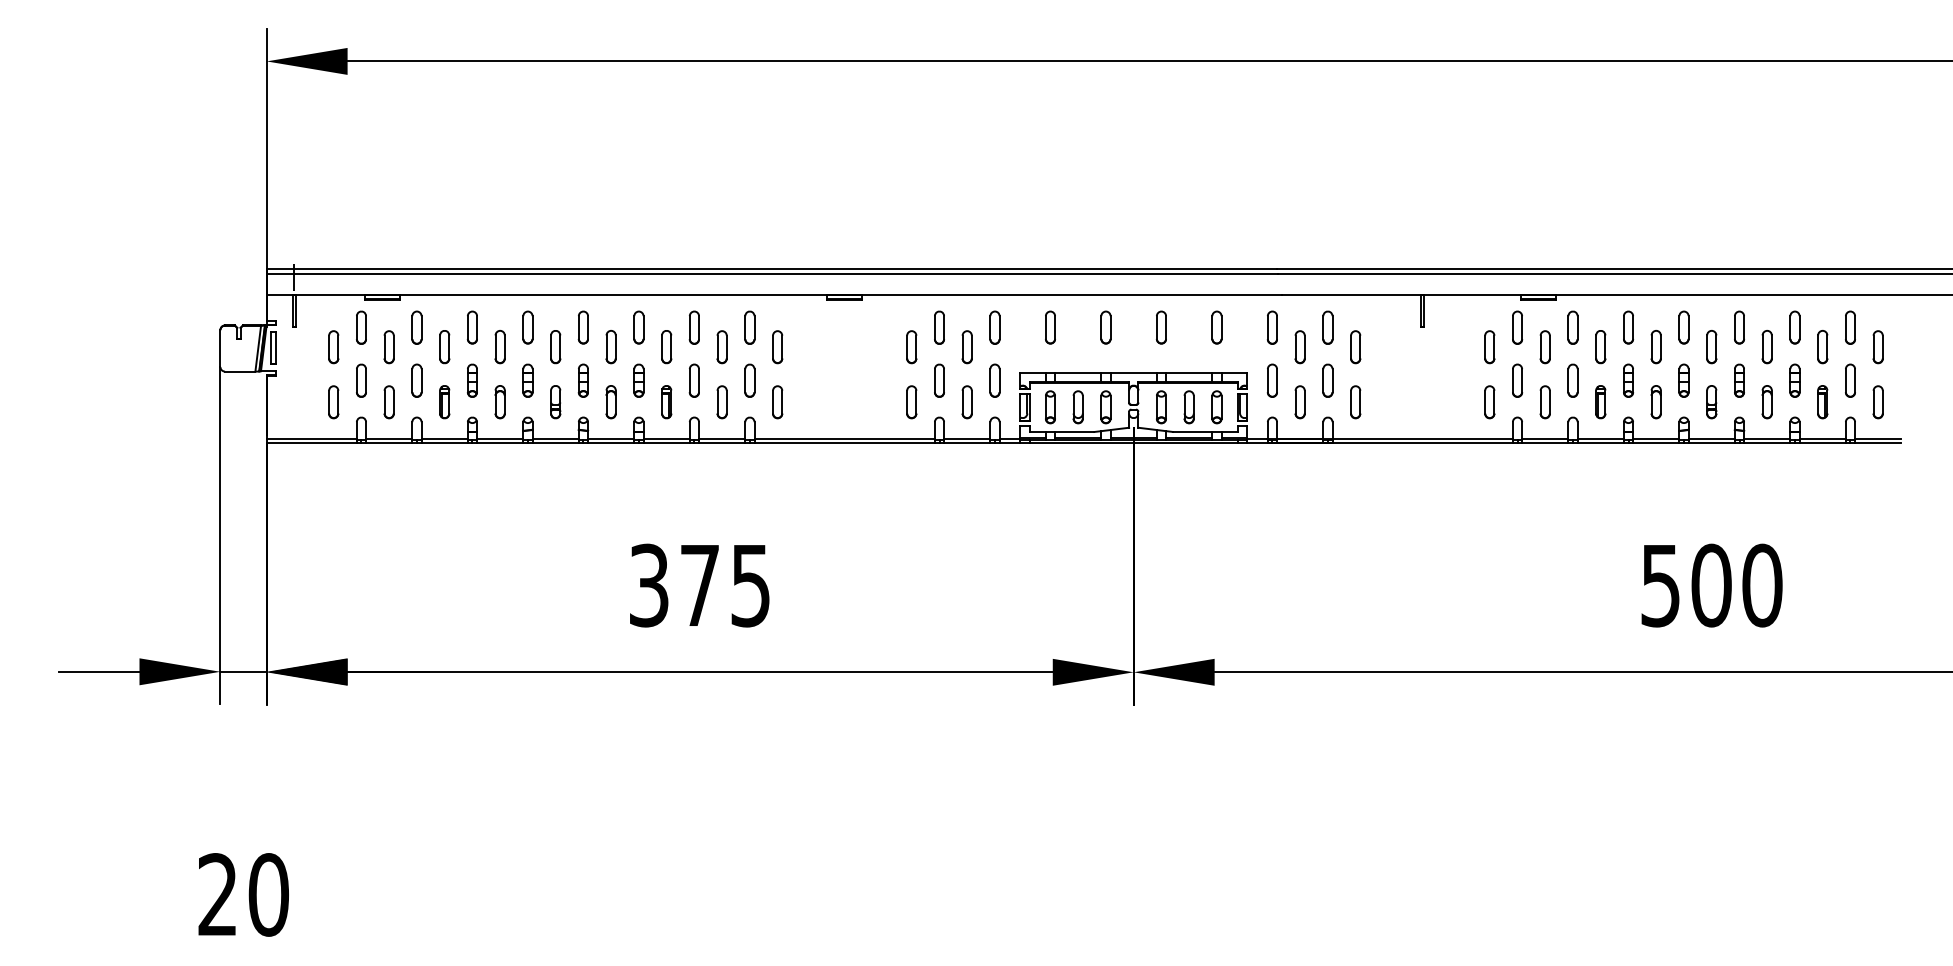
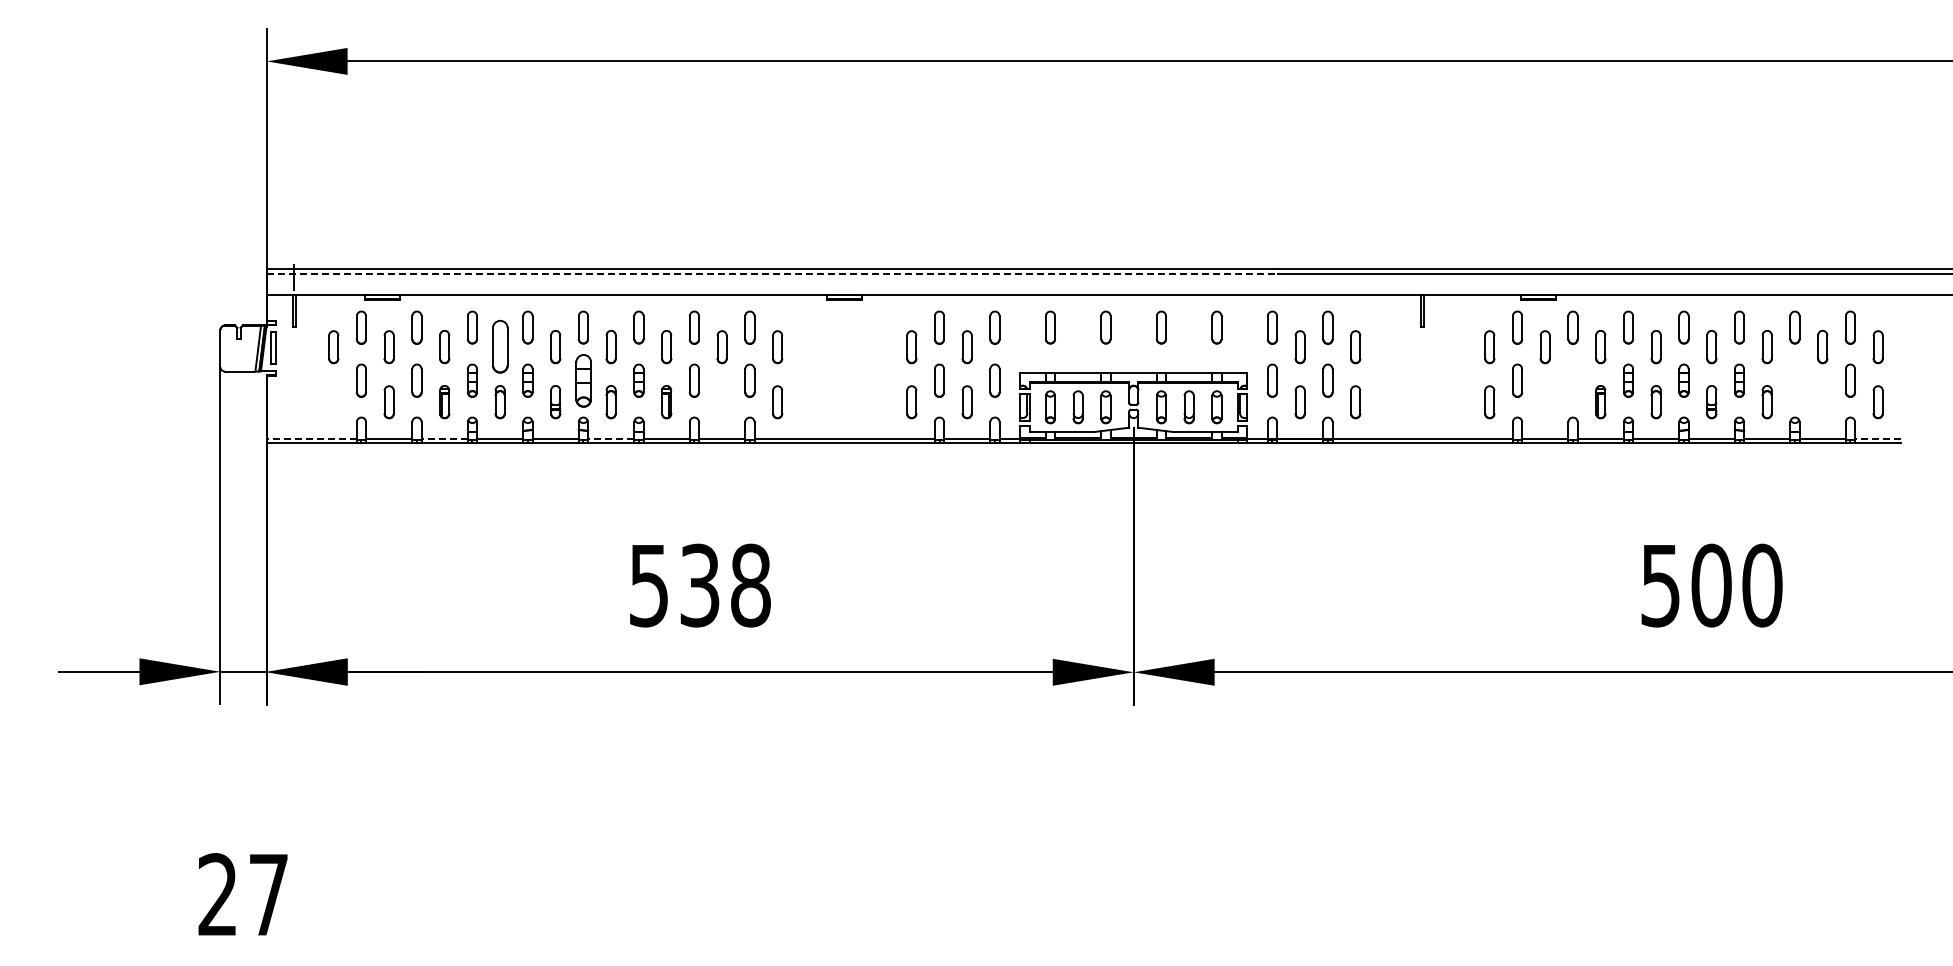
line at (772, 274): solid -> dashed
part at (499, 347) size: 12x35 px -> 17x54 px
part at (582, 380) size: 12x35 px -> 17x54 px
part at (1572, 380): present -> none
part at (1794, 380): present -> none
part at (333, 402): present -> none
part at (721, 402): present -> none
part at (1544, 402): present -> none
part at (1822, 402): present -> none
line at (311, 438): solid -> dashed
line at (444, 438): solid -> dashed
line at (610, 438): solid -> dashed
line at (1877, 438): solid -> dashed
text at (700, 585): 375 -> 538
text at (268, 894): 20 -> 27
